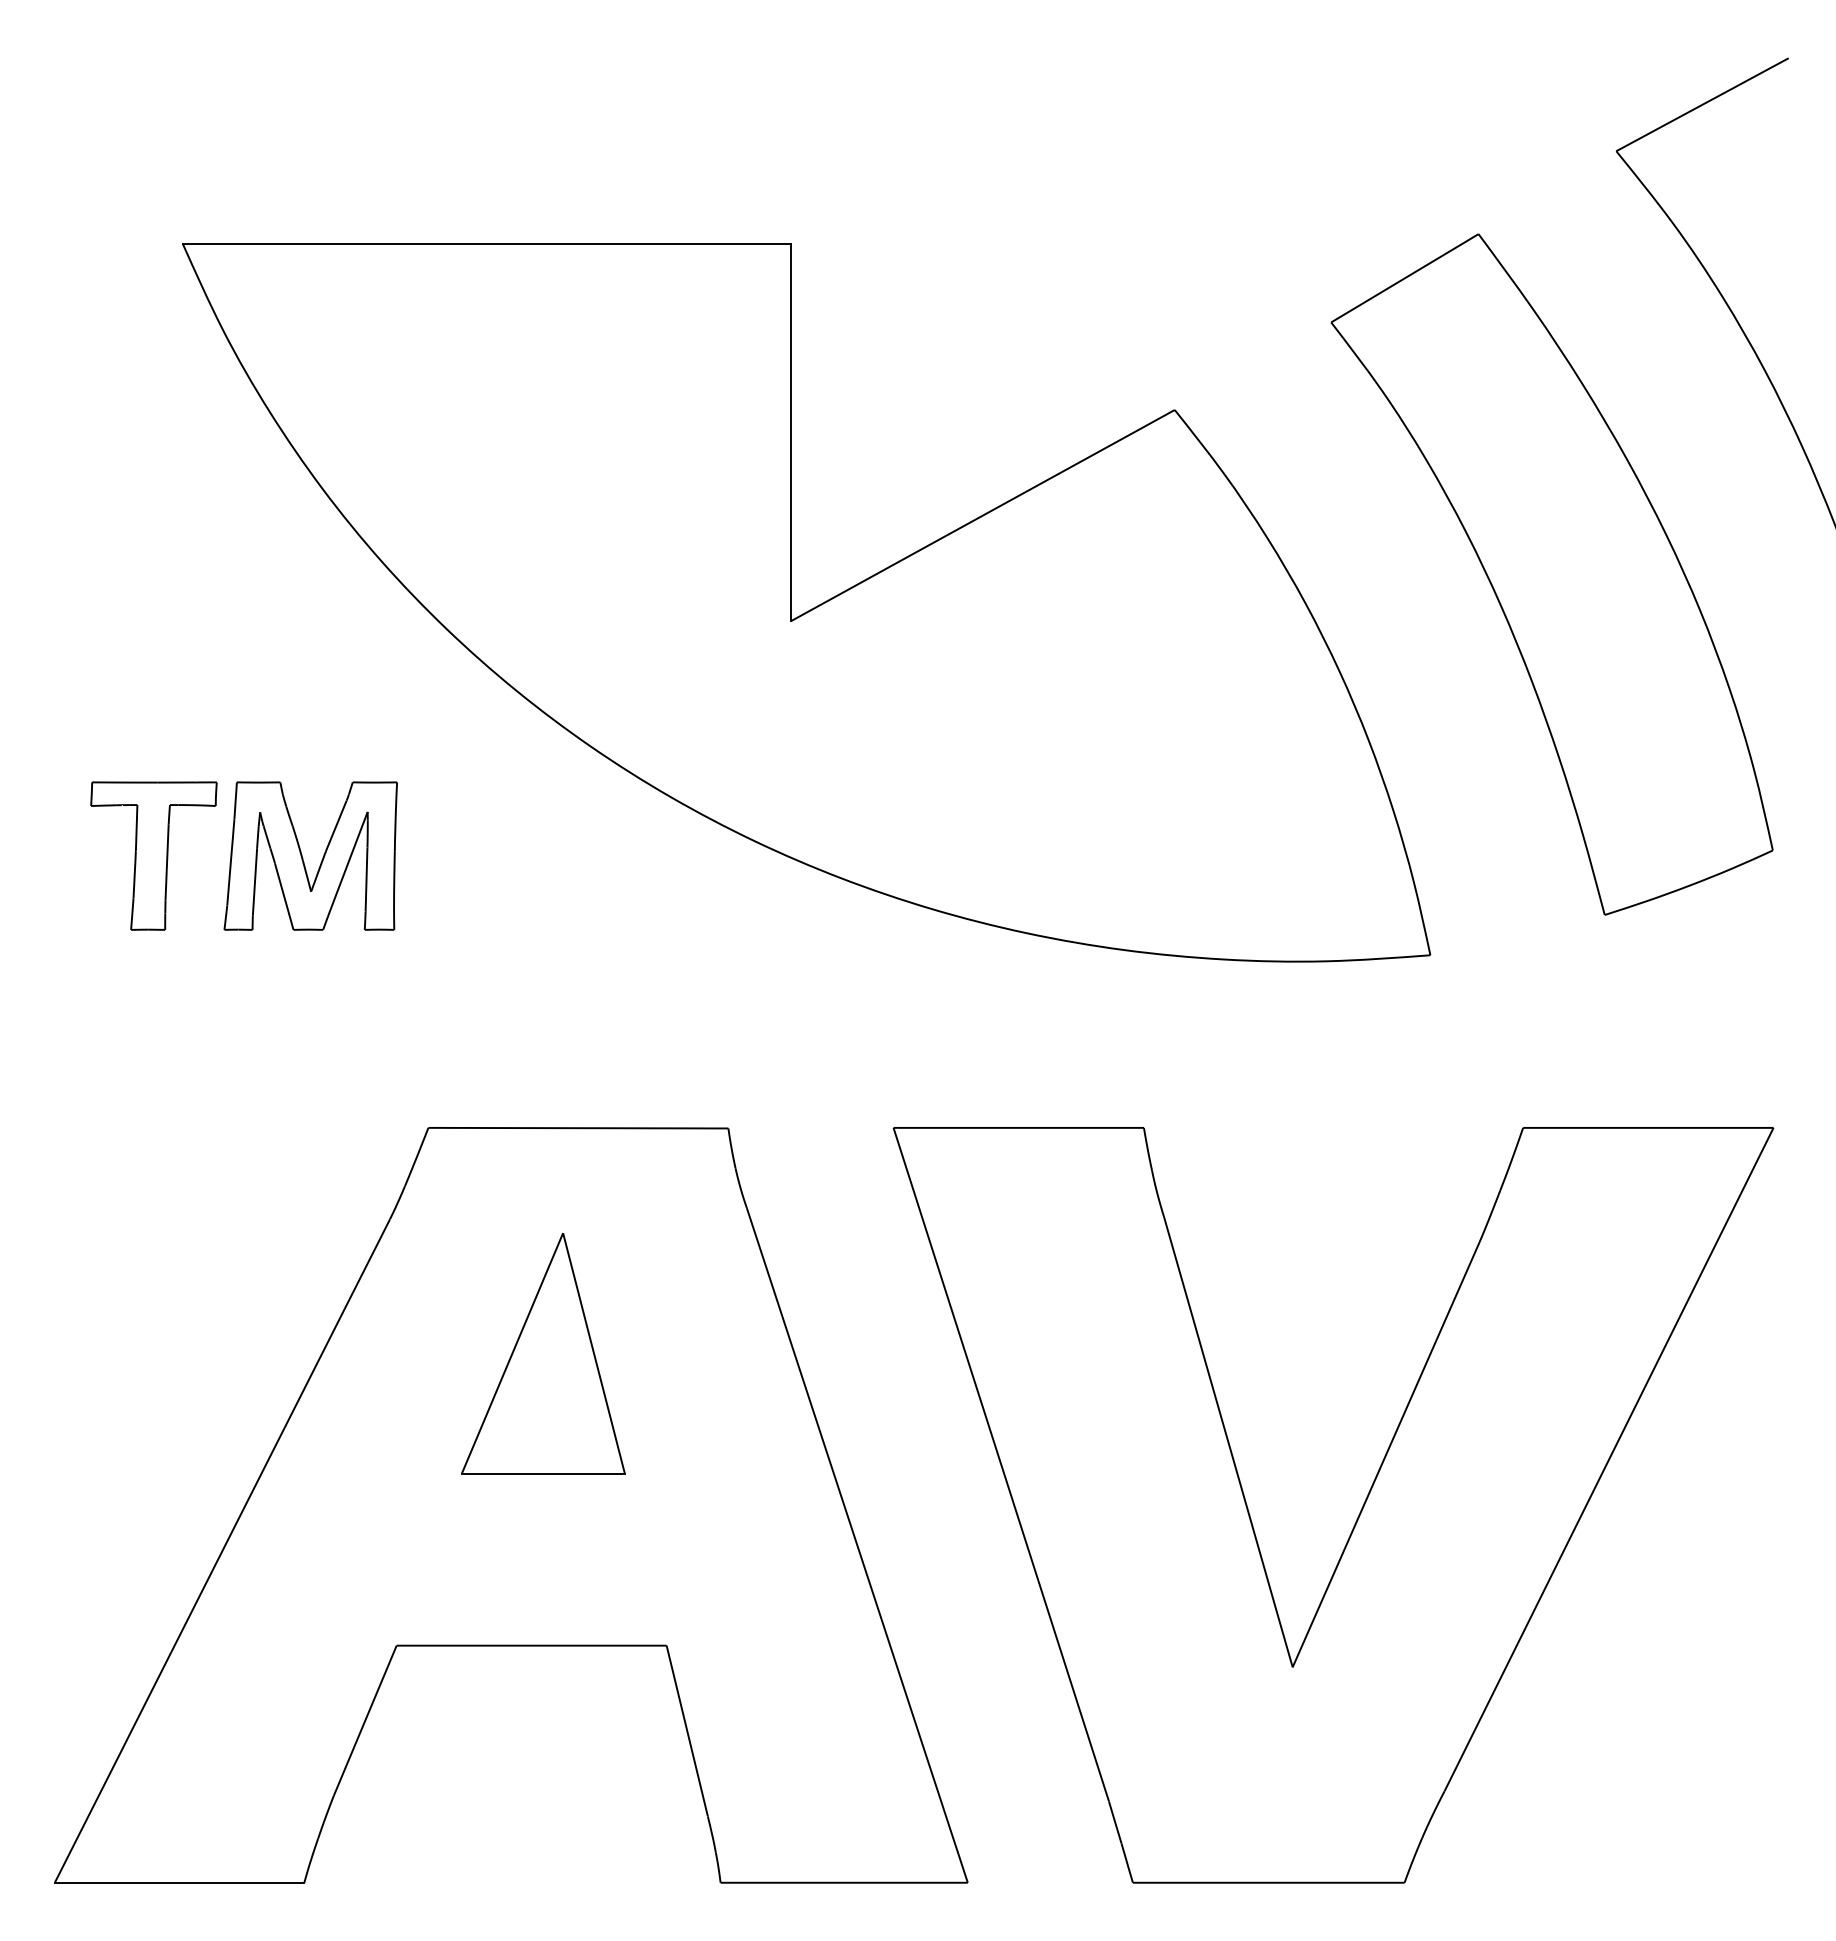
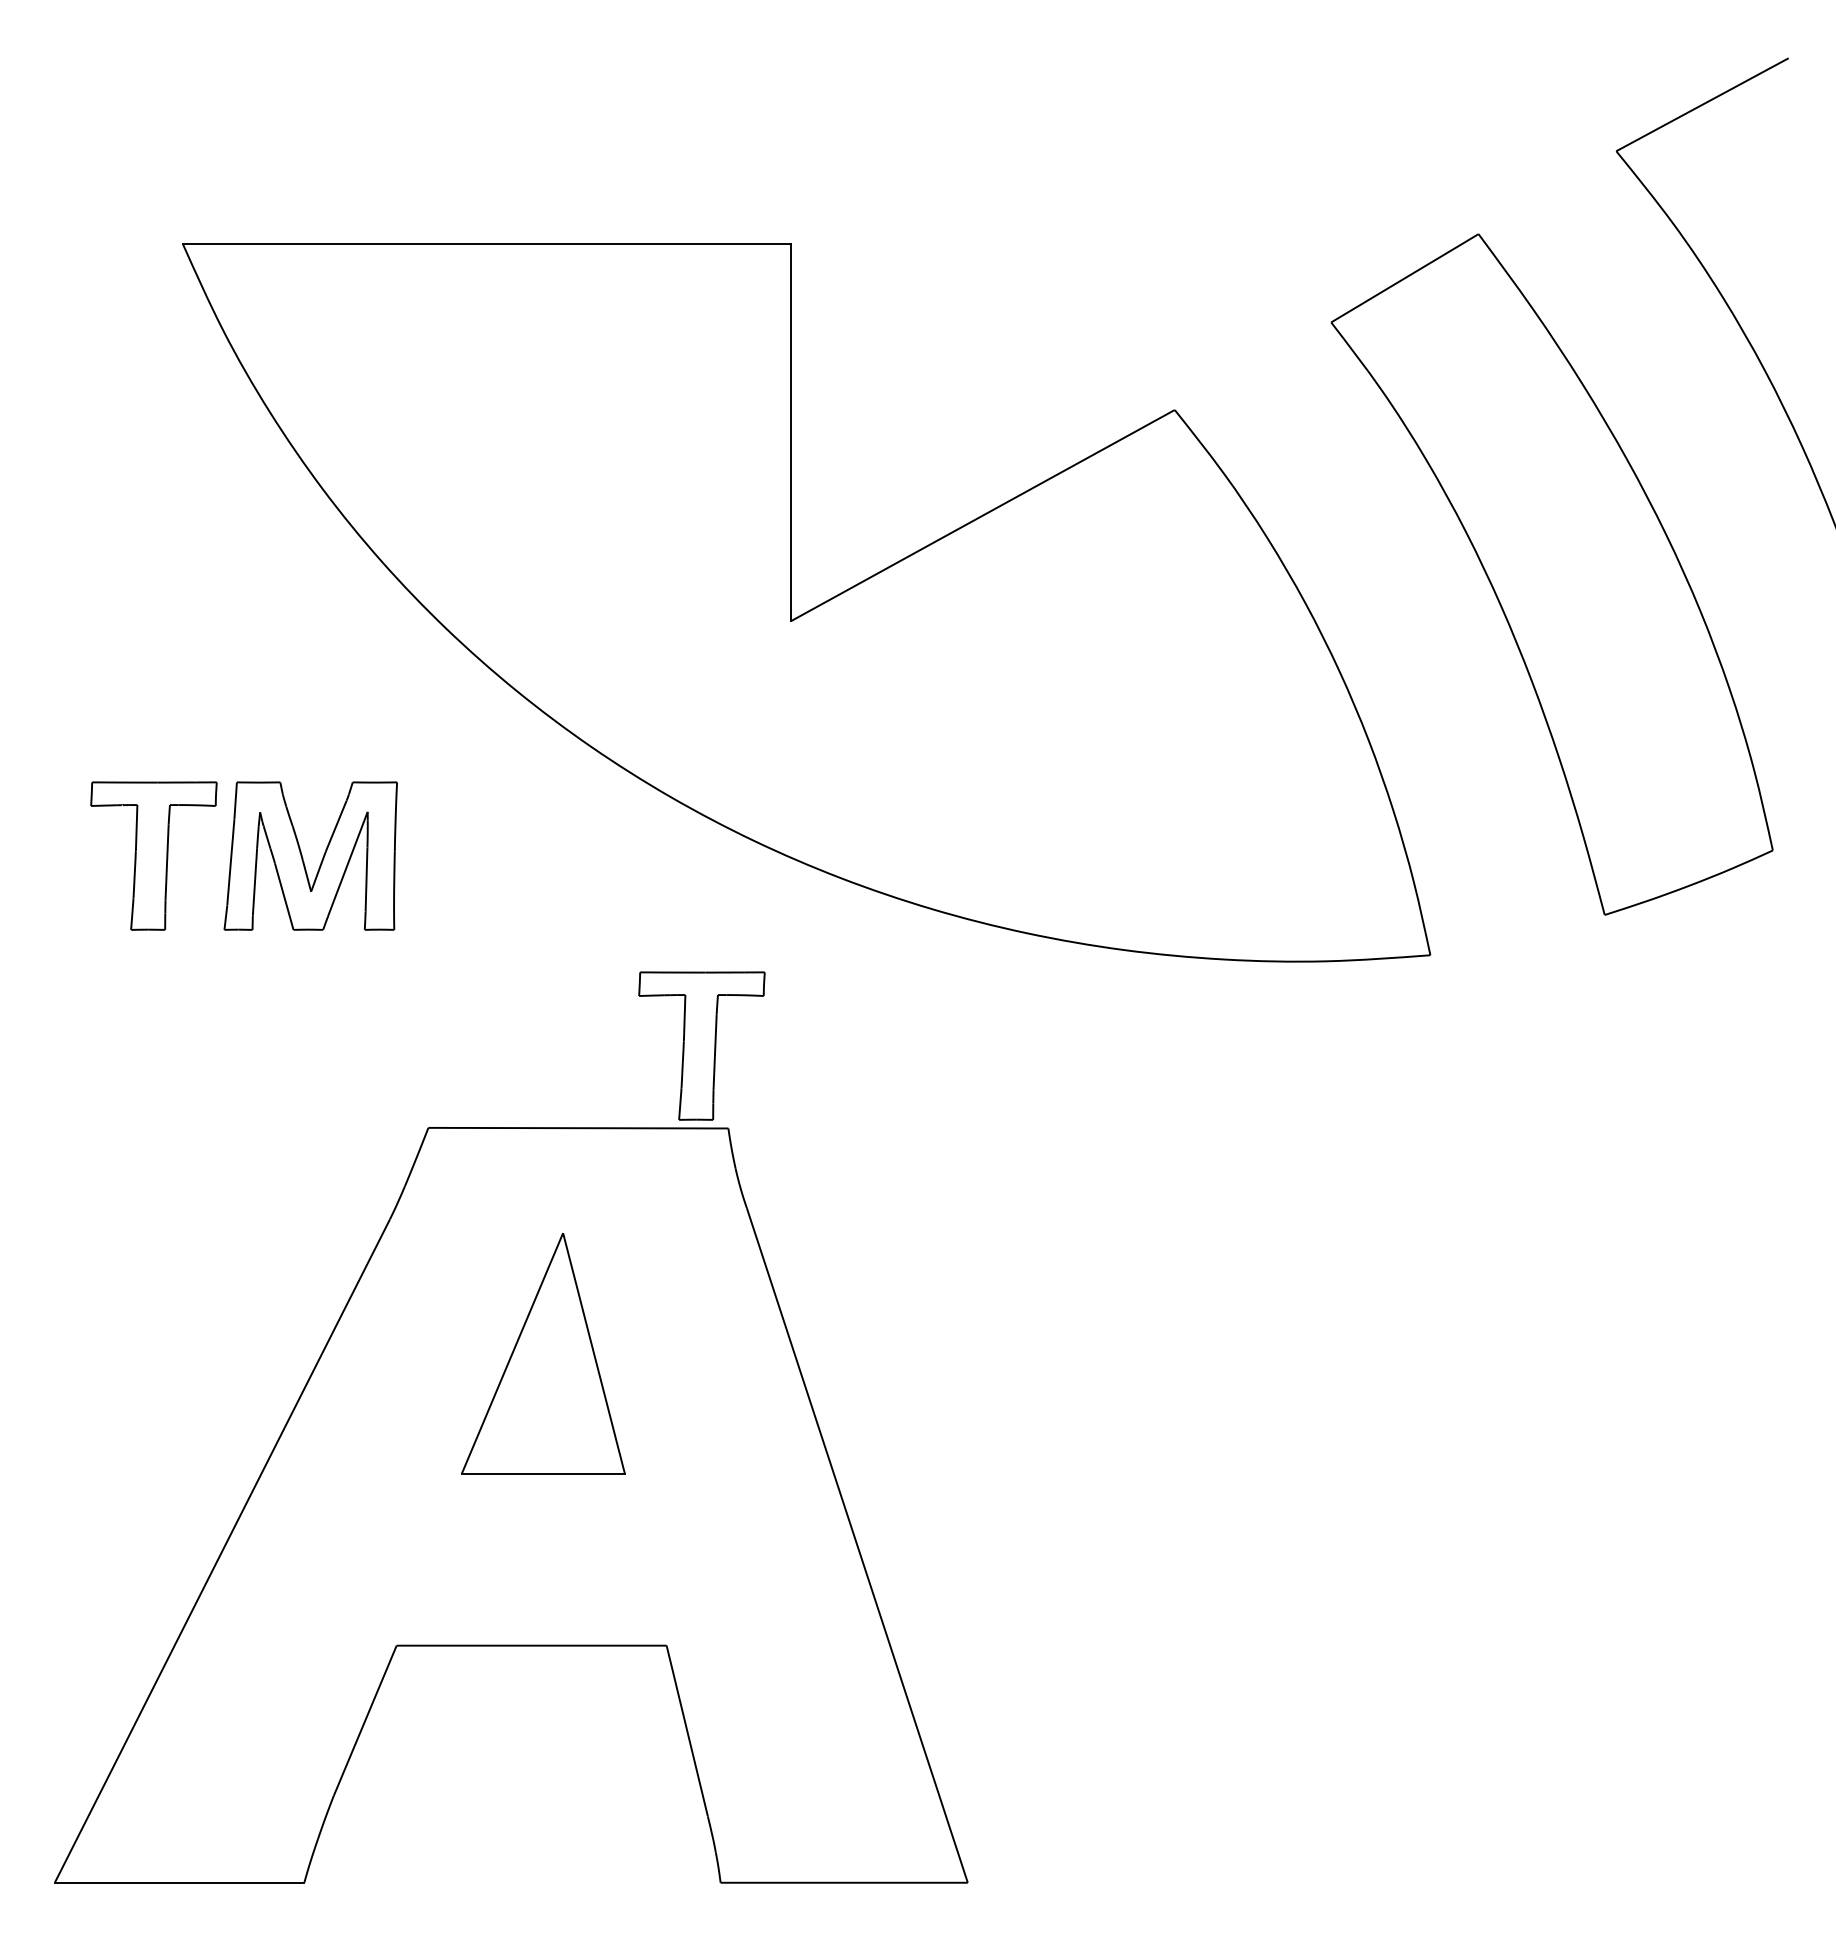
part at (701, 1045): none -> present
part at (1358, 1514): present -> none
